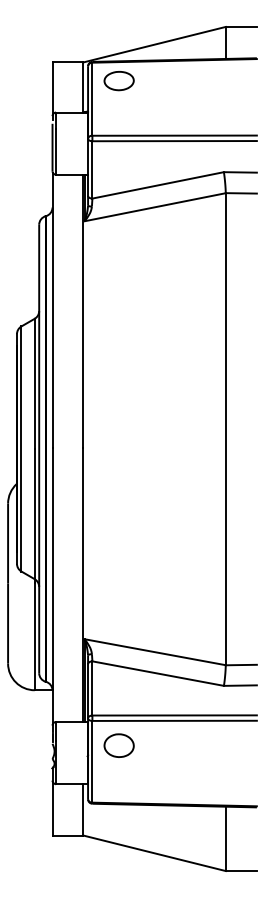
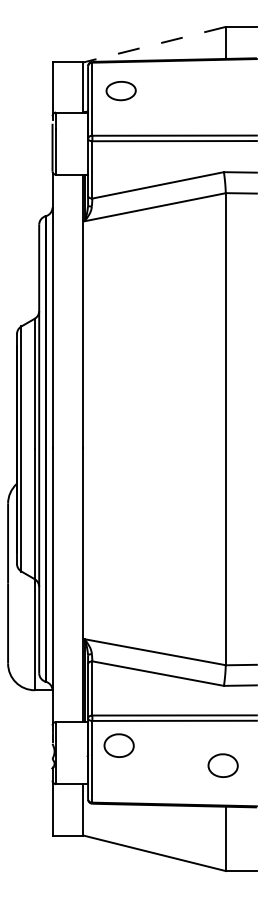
line at (154, 44): solid -> dashed
part at (118, 81) position: (118, 81) -> (120, 91)
part at (222, 765): none -> present
